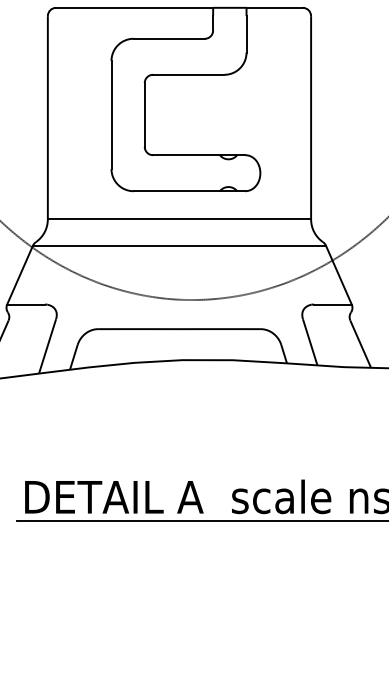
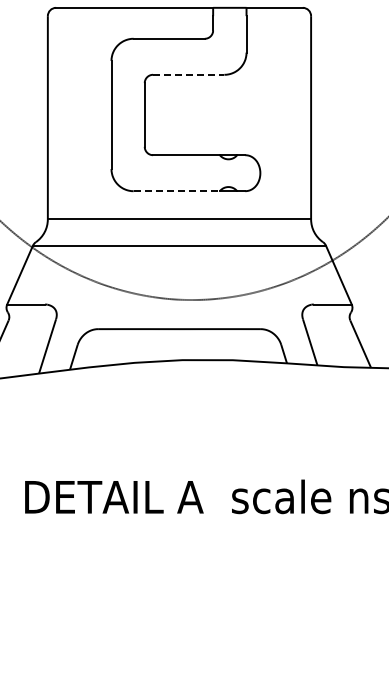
line at (188, 74): solid -> dashed
line at (177, 191): solid -> dashed
line at (201, 520): present -> none
